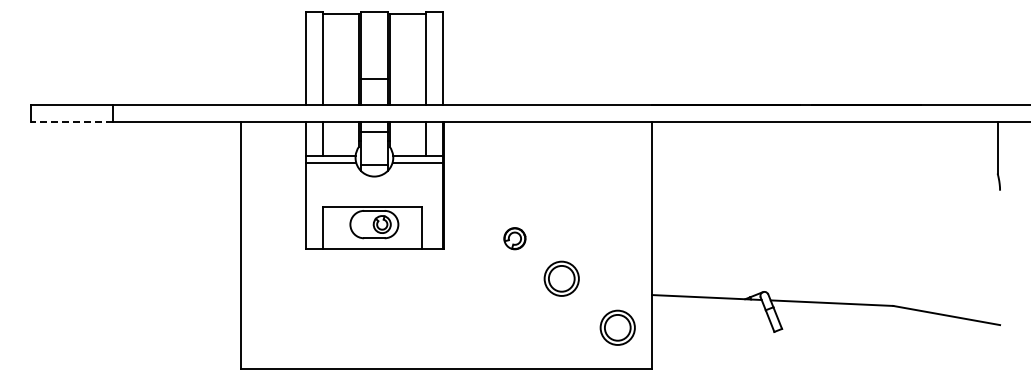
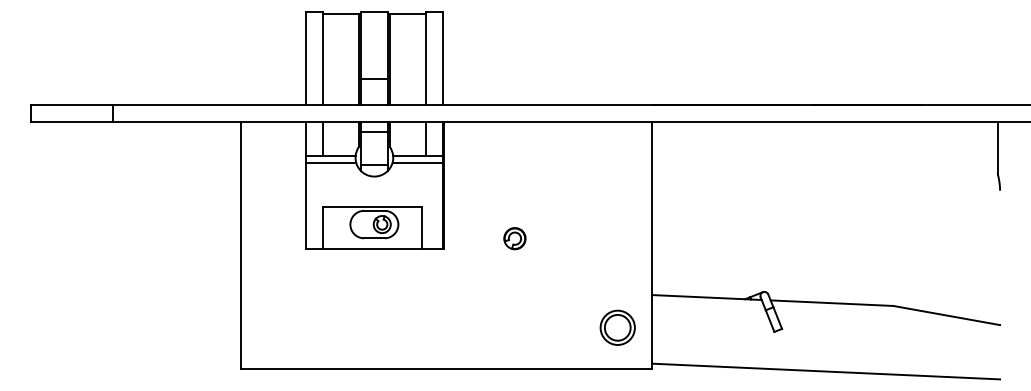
line at (71, 122): dashed -> solid
part at (561, 278): present -> none
line at (826, 371): none -> present
